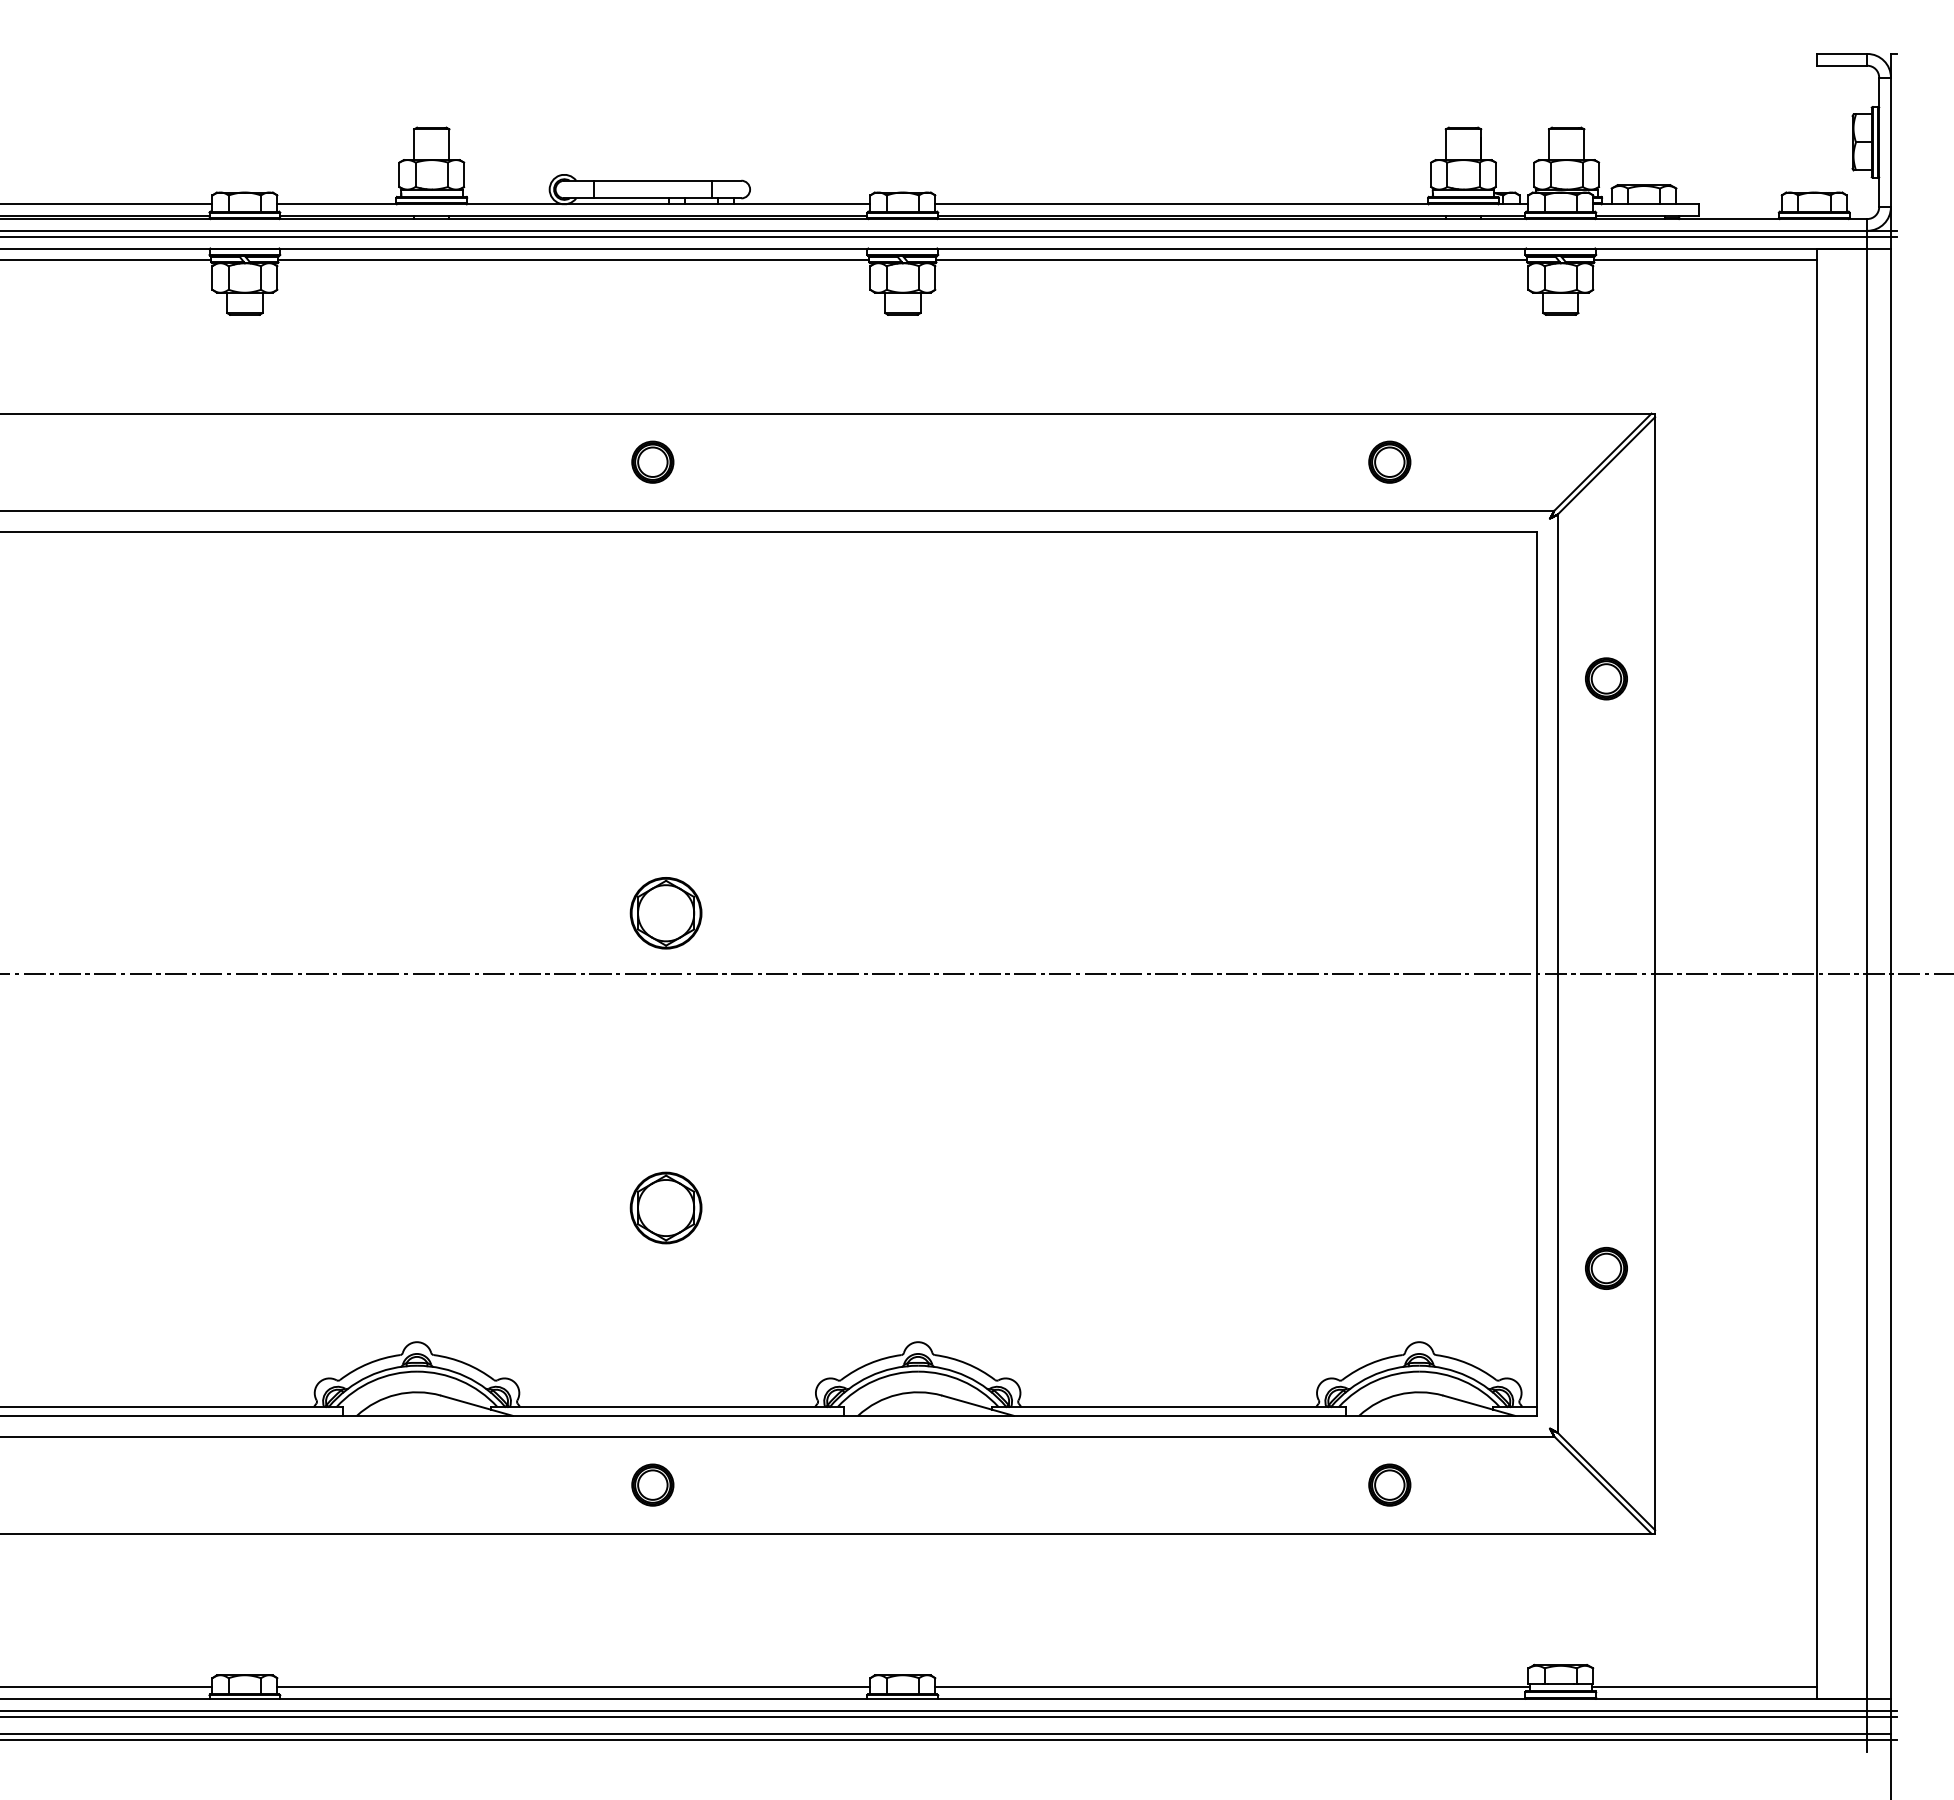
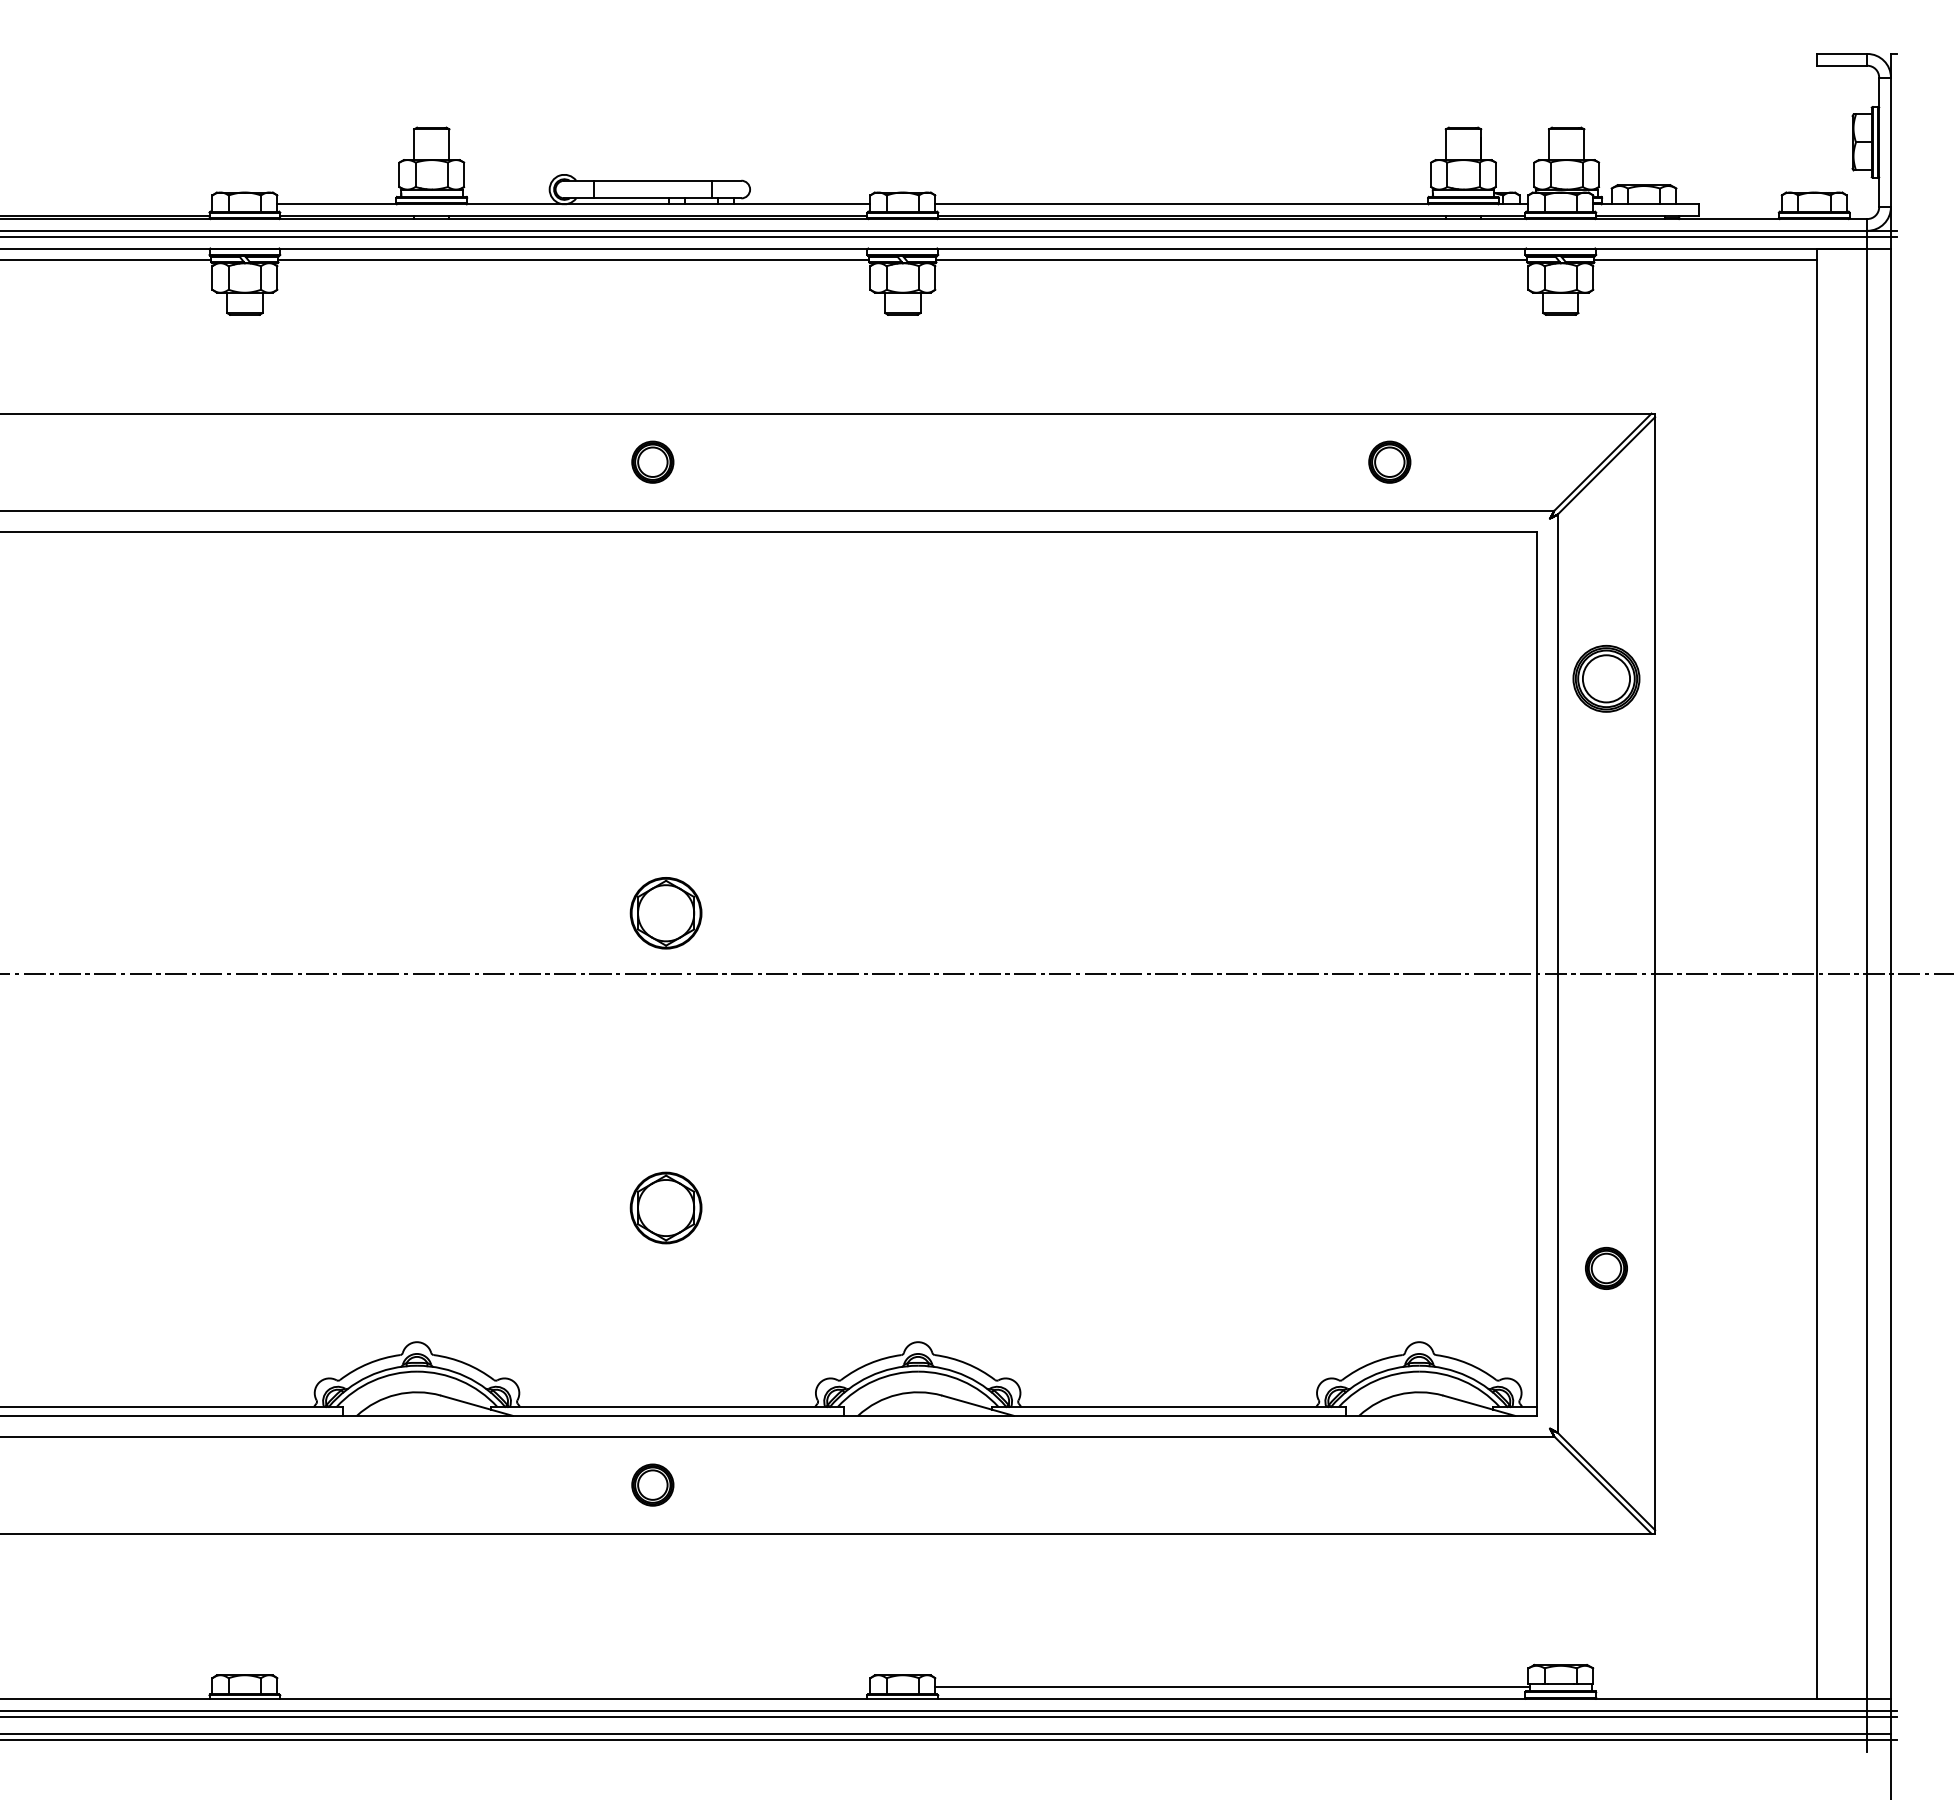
line at (107, 204): present -> none
part at (1606, 678) size: 43x44 px -> 69x68 px
part at (1389, 1484): present -> none
line at (107, 1687): present -> none
line at (573, 1687): present -> none
line at (1704, 1687): present -> none
